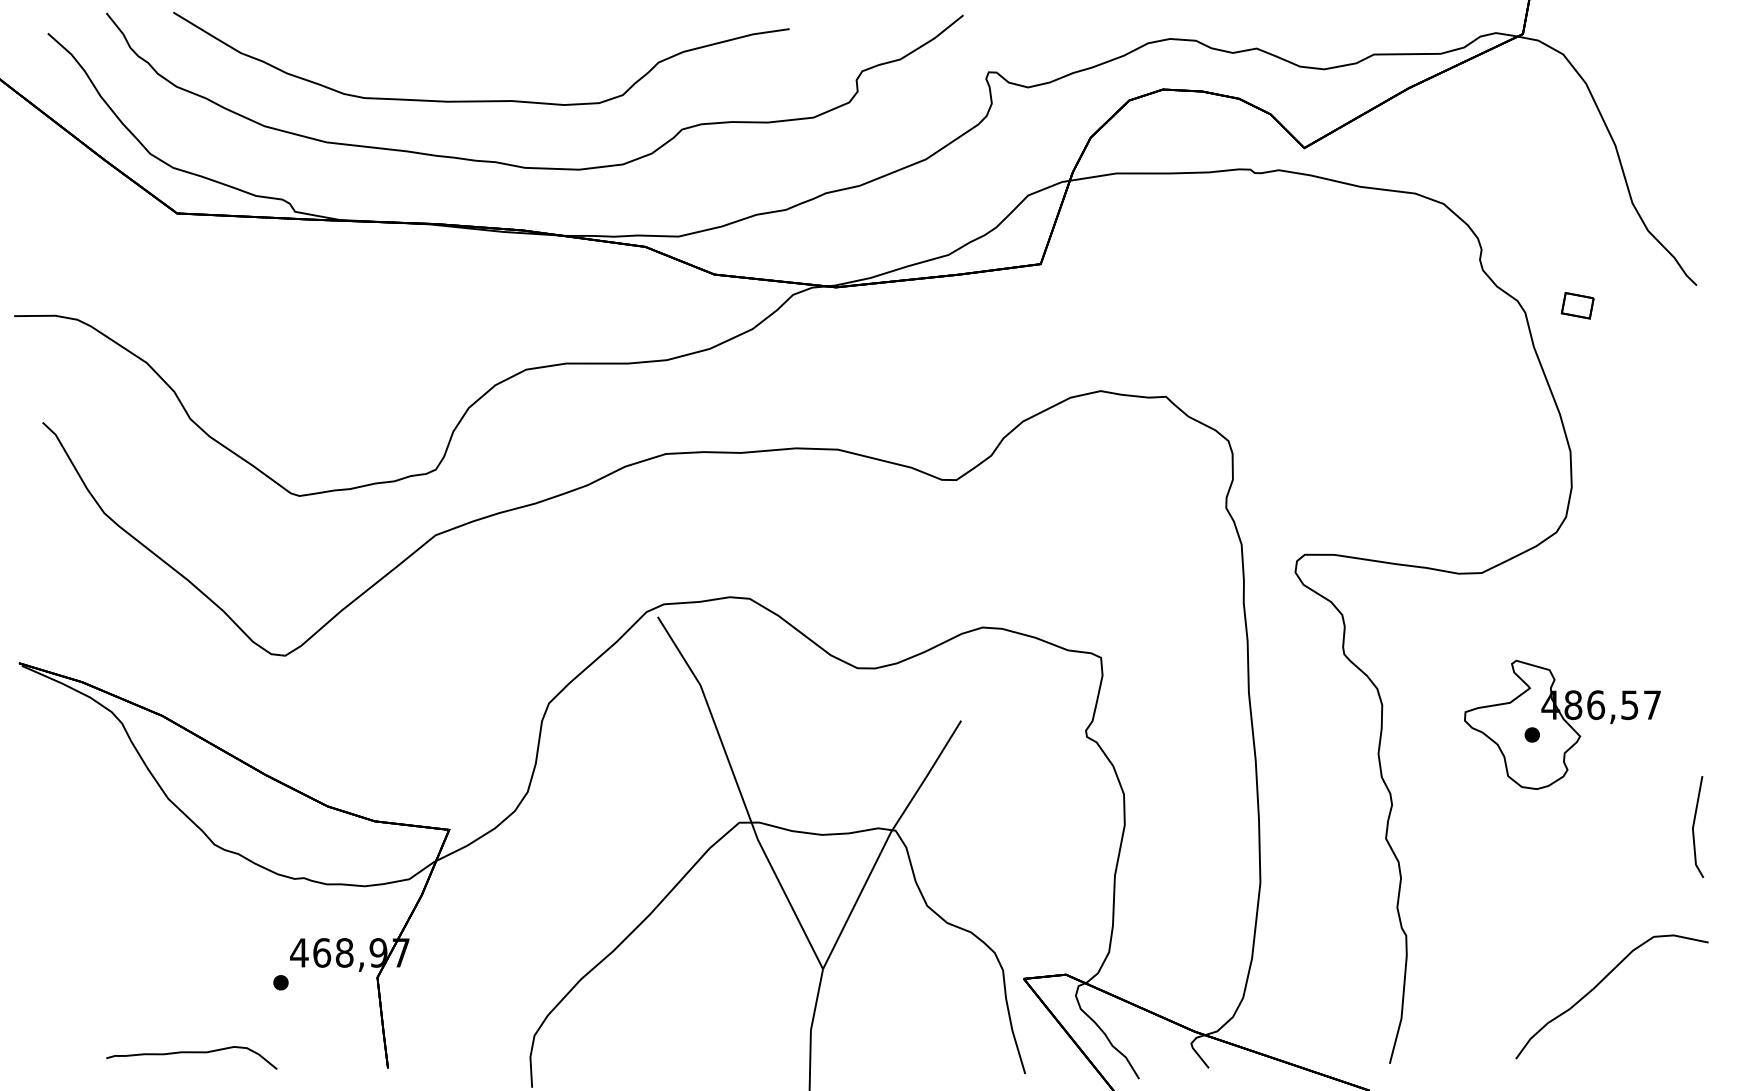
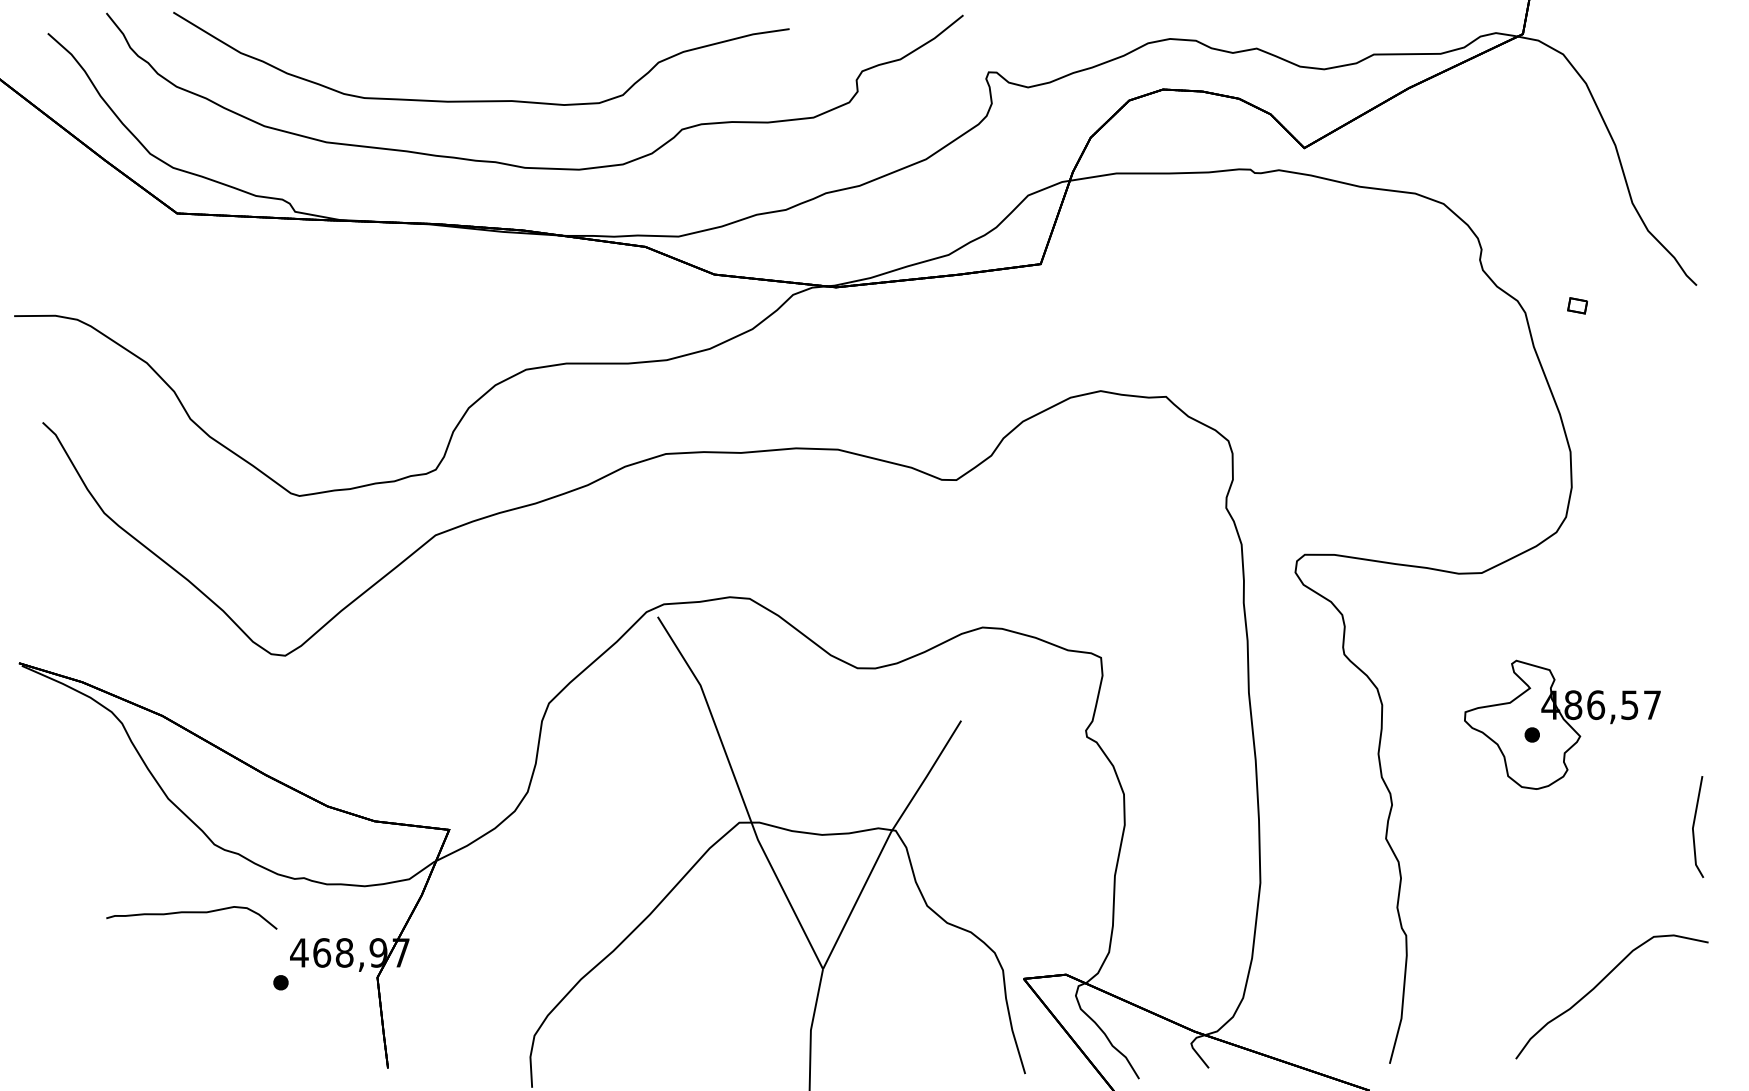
part at (1577, 305) size: 35x28 px -> 21x18 px
curve at (191, 1053) position: (191, 1053) -> (191, 913)
